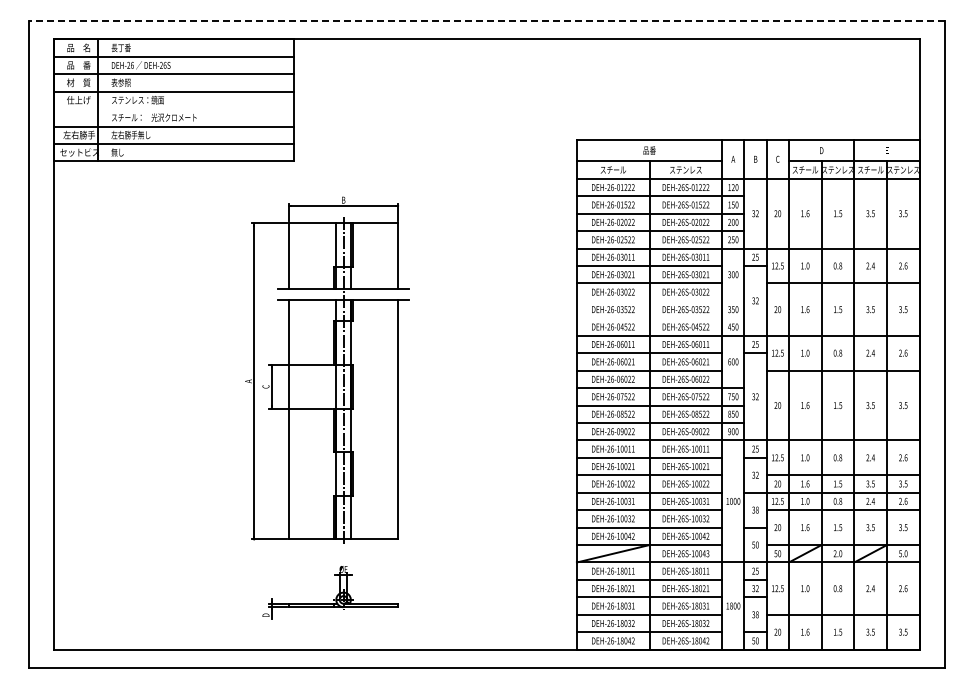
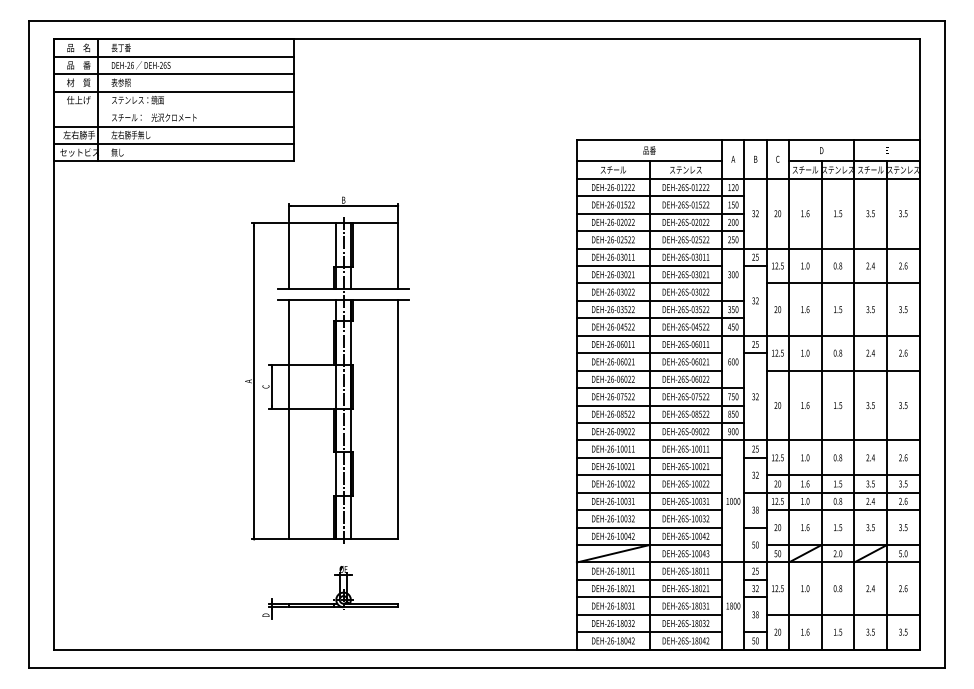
line at (486, 20): dashed -> solid
line at (660, 300): none -> present
line at (660, 318): none -> present
